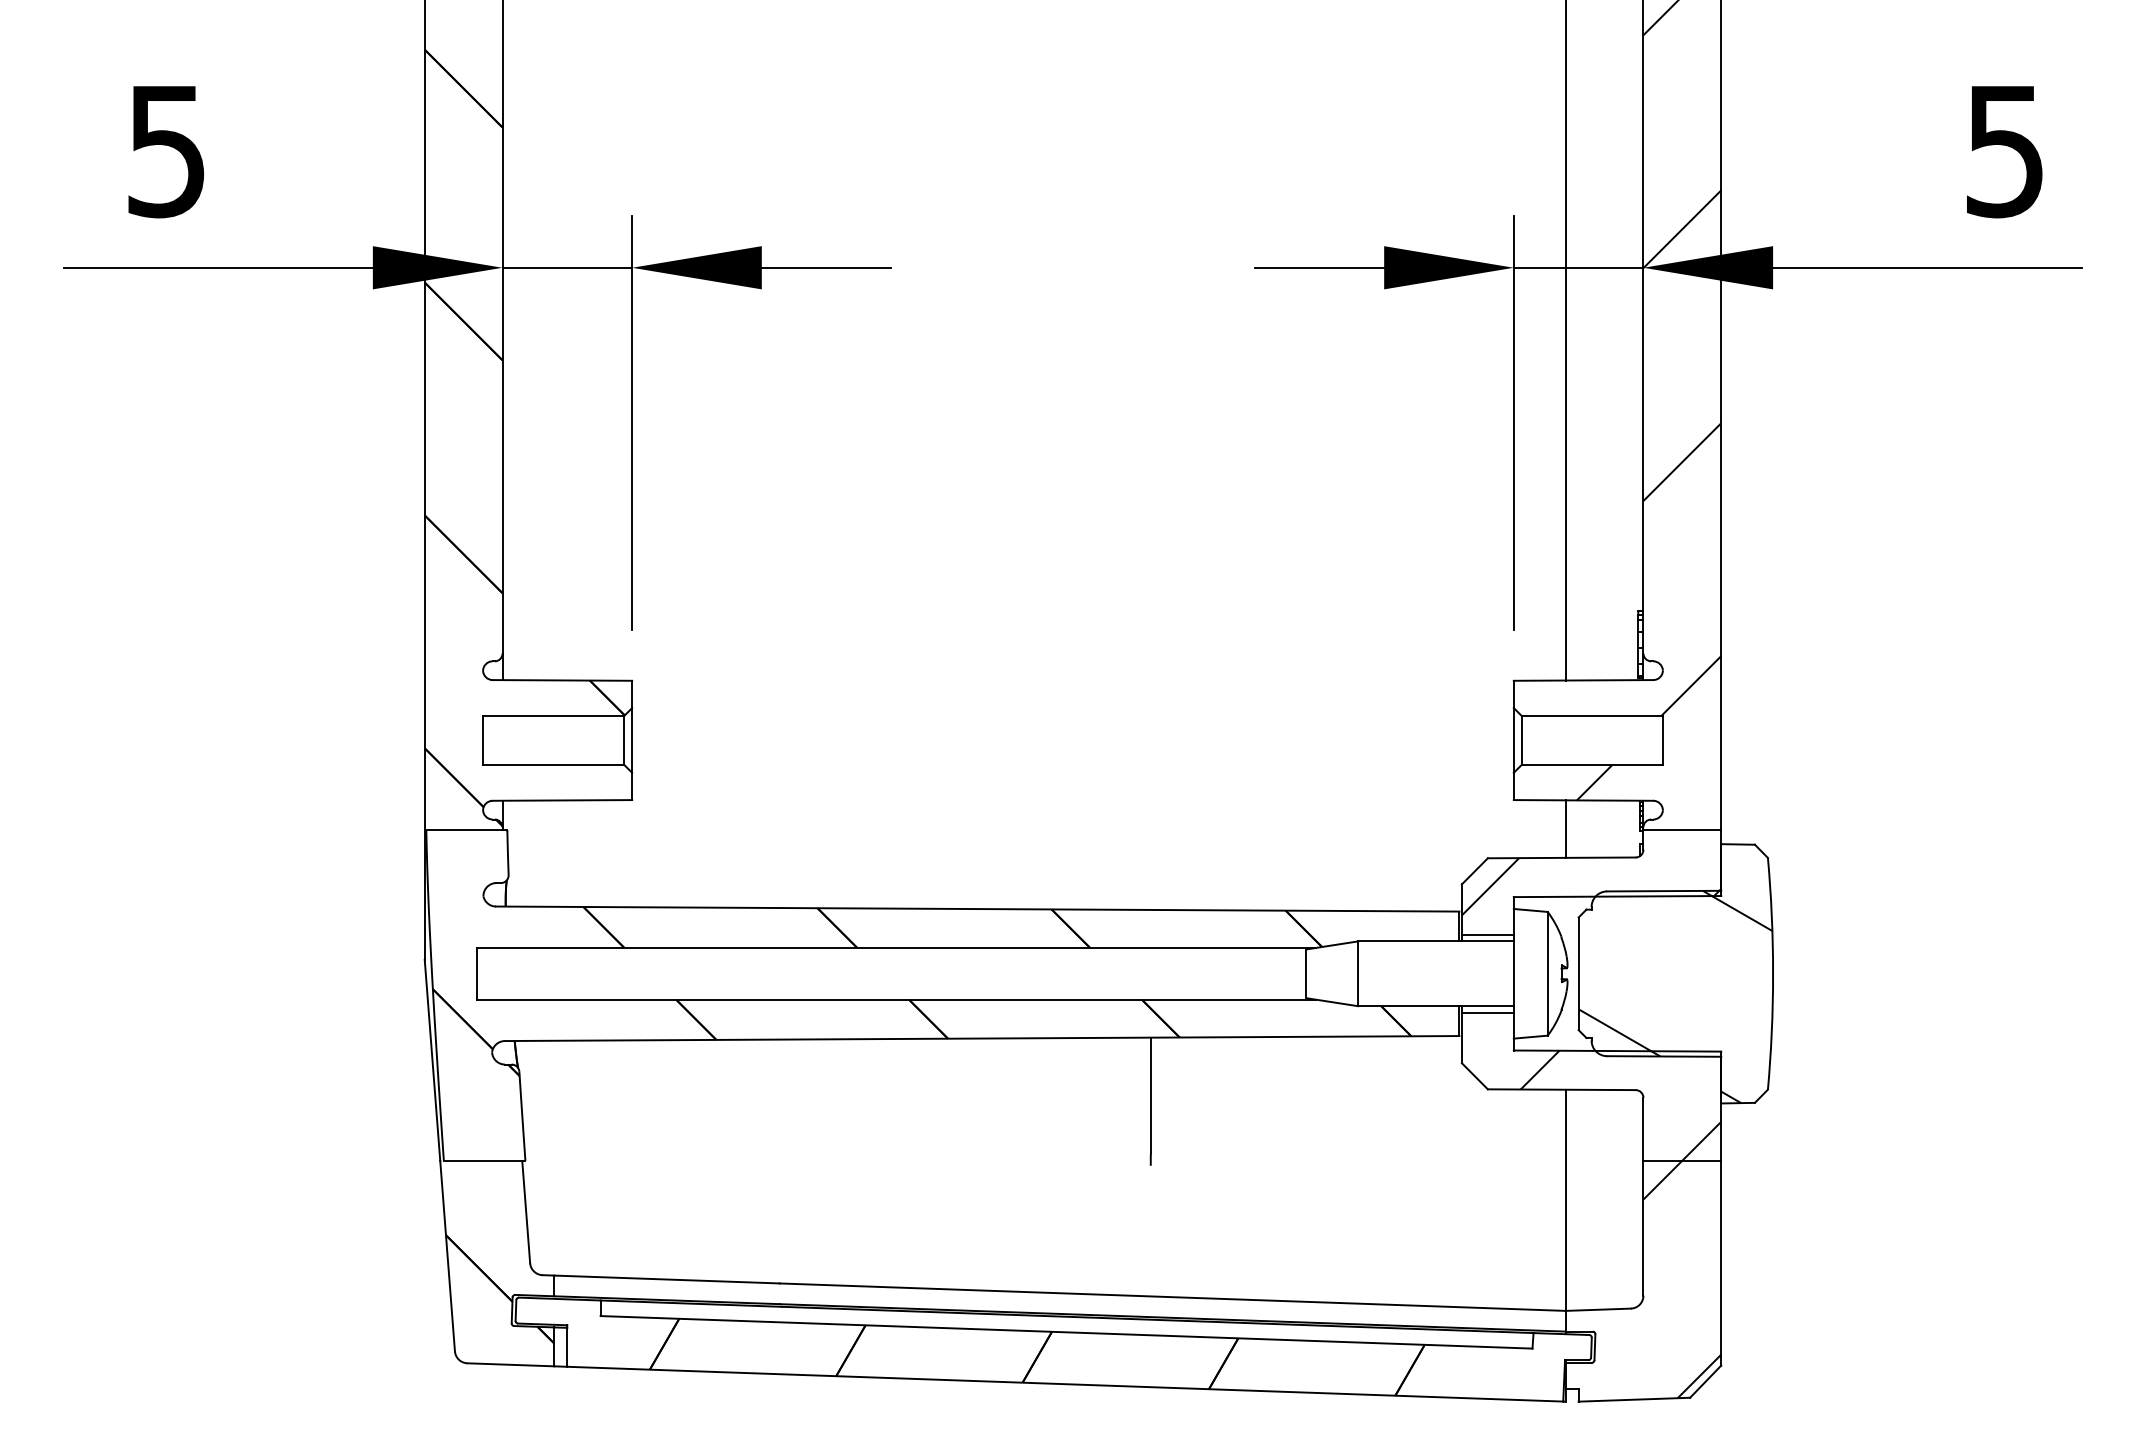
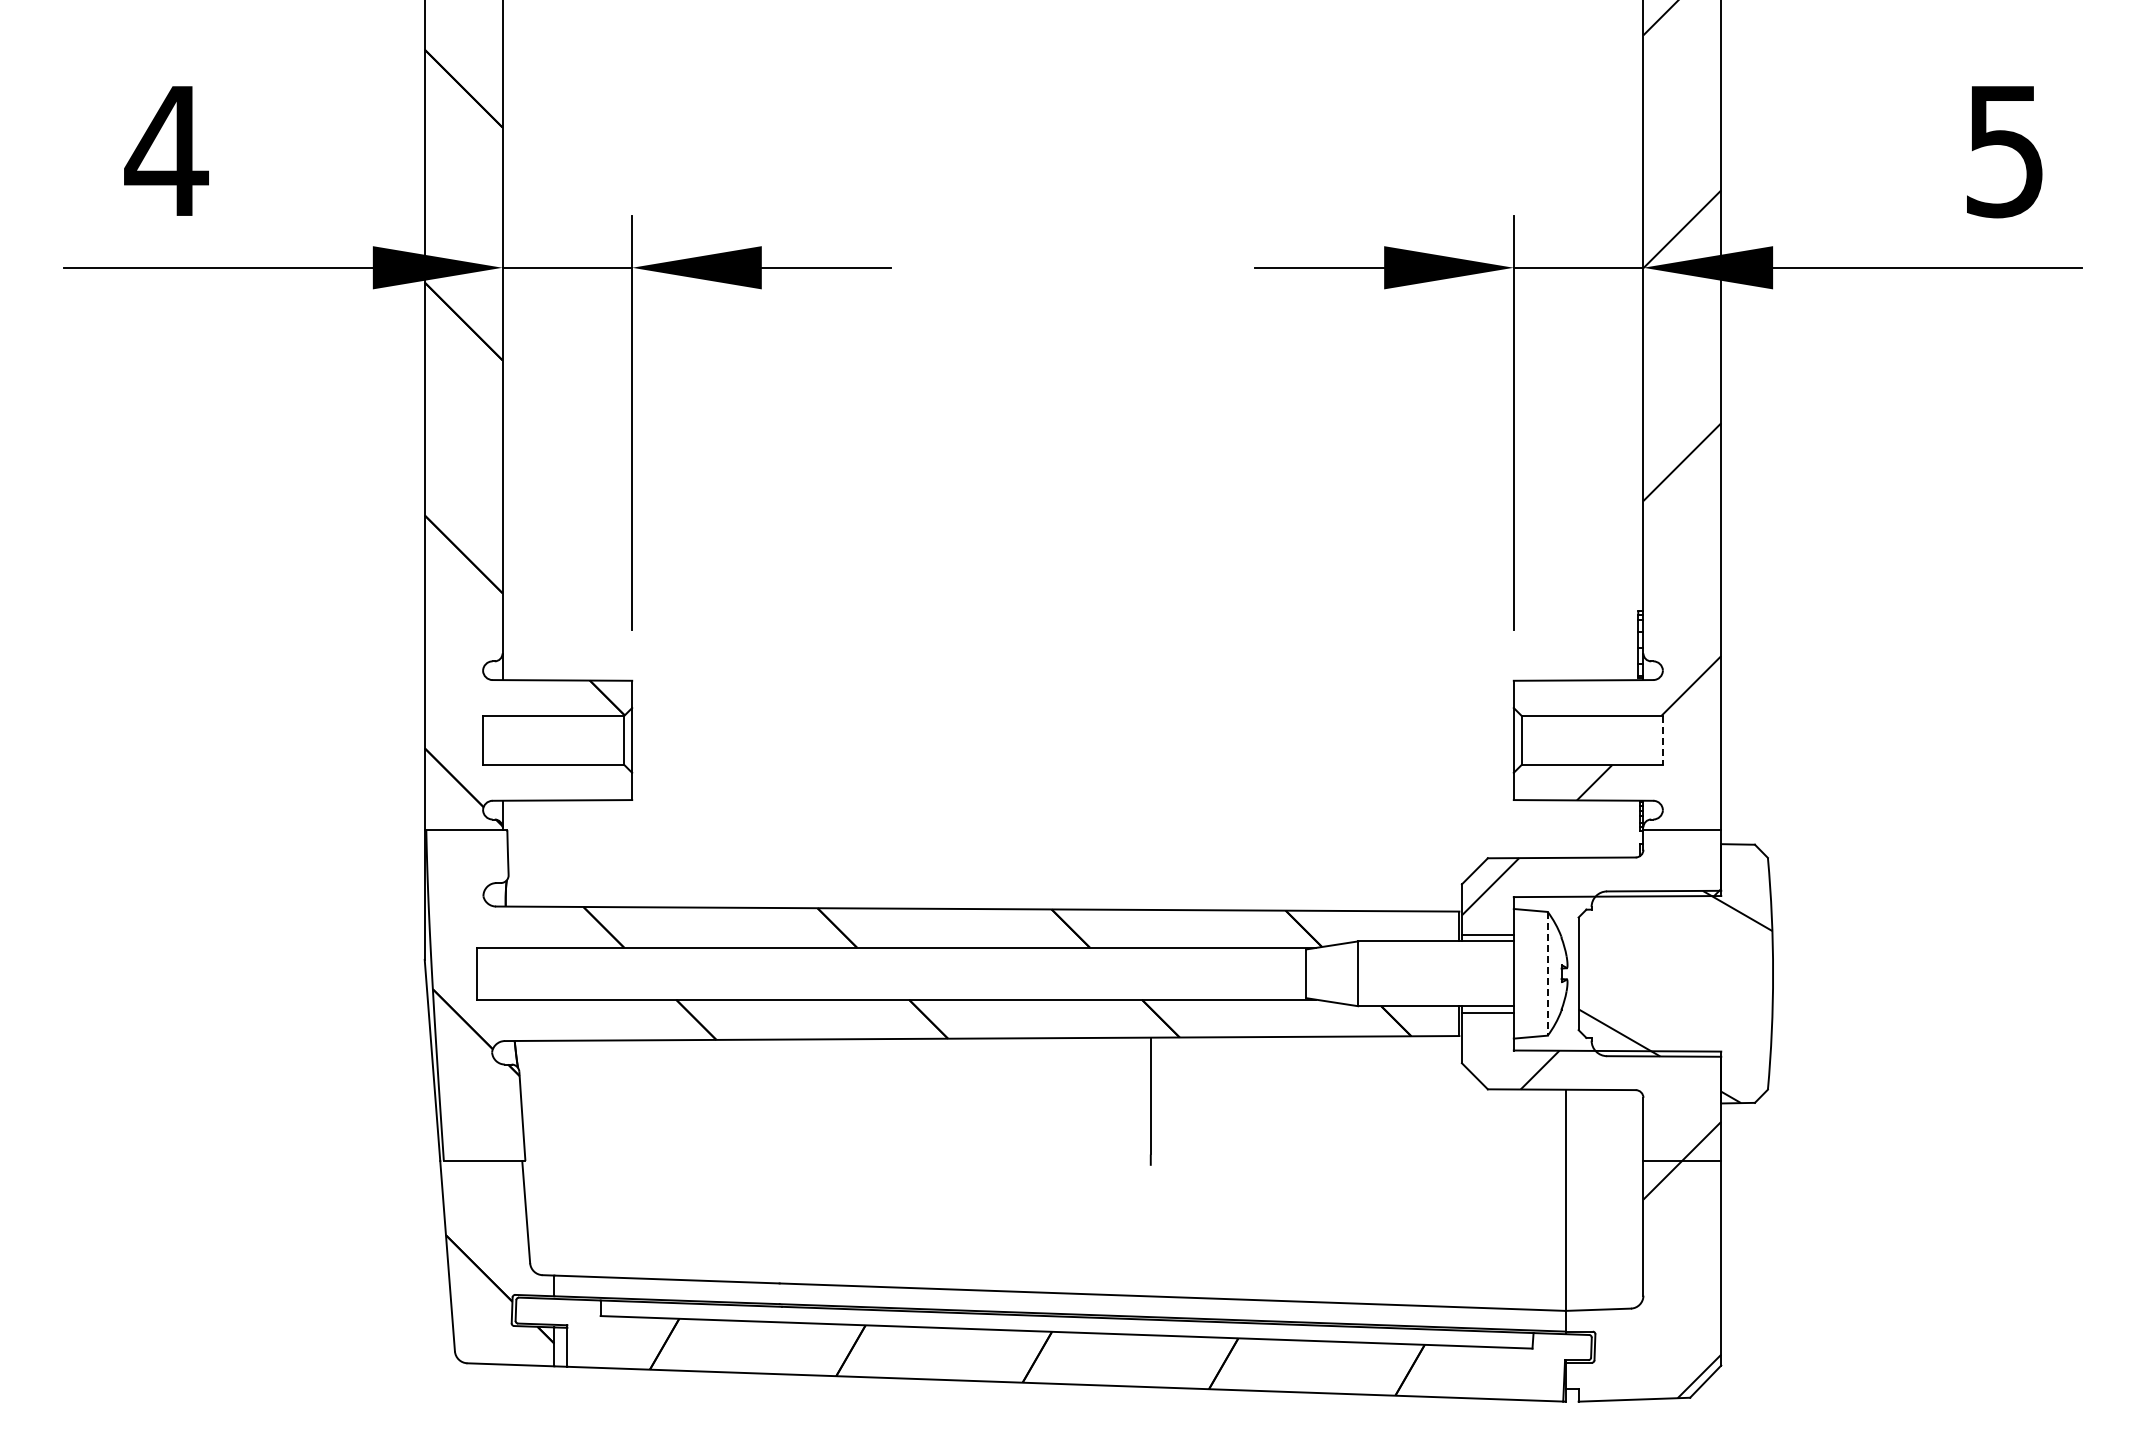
text at (166, 152): 5 -> 4
line at (1565, 341): present -> none
line at (1662, 740): solid -> dashed
line at (1565, 828): present -> none
line at (1547, 973): solid -> dashed
